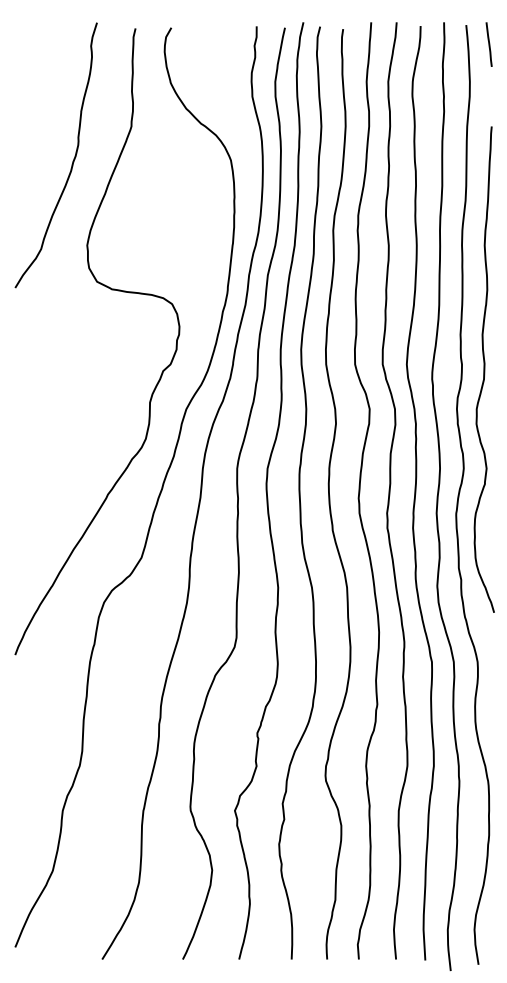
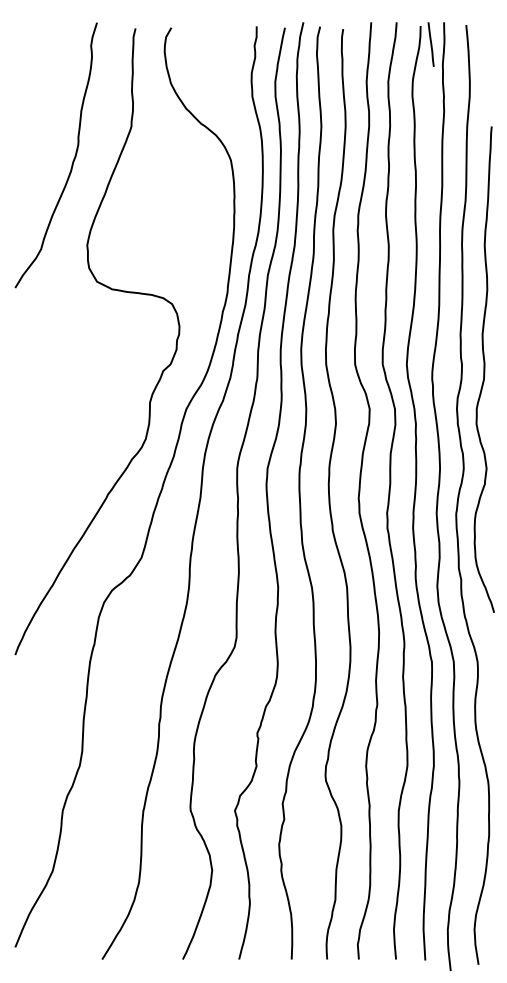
line at (488, 44) position: (488, 44) -> (430, 44)
